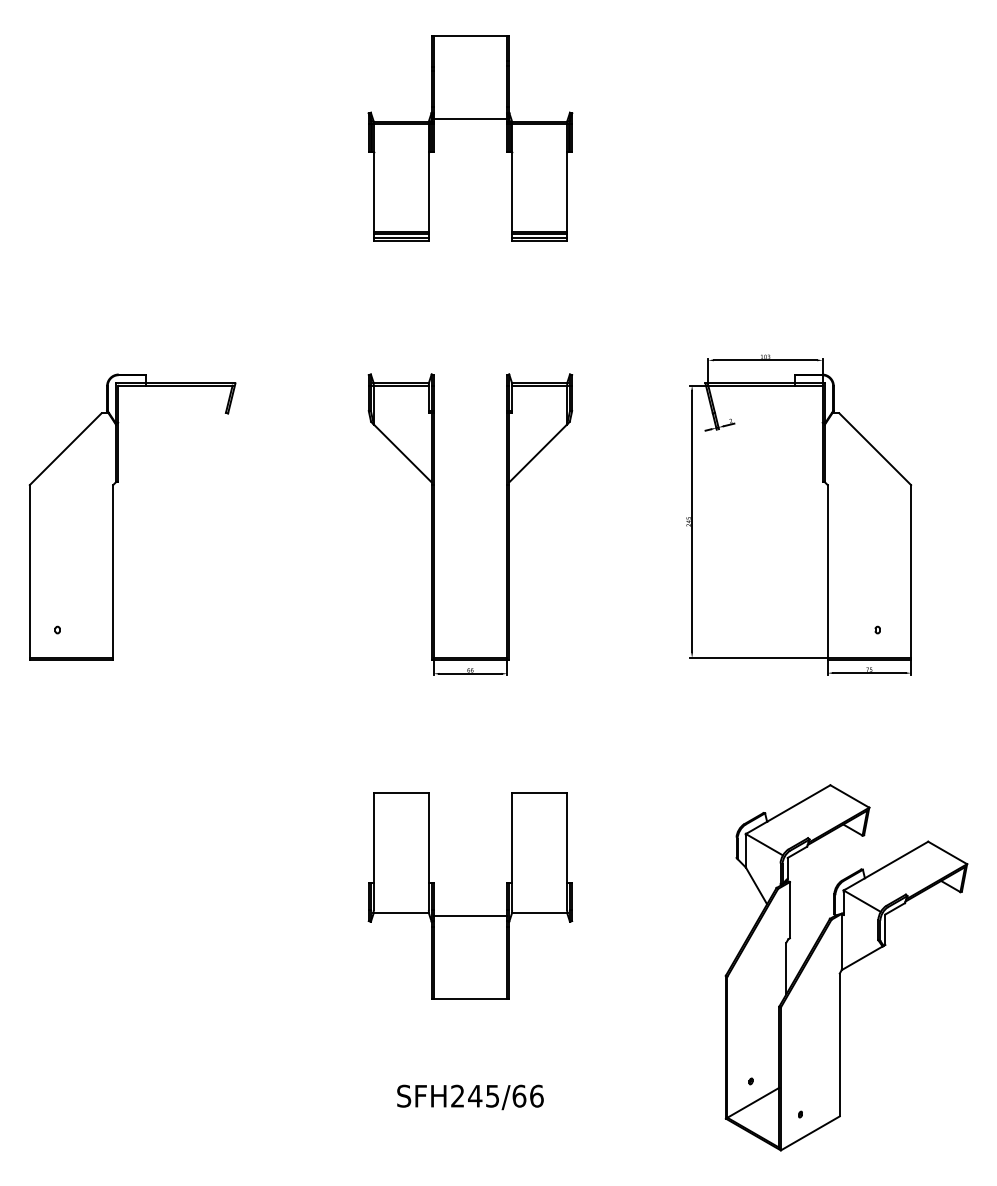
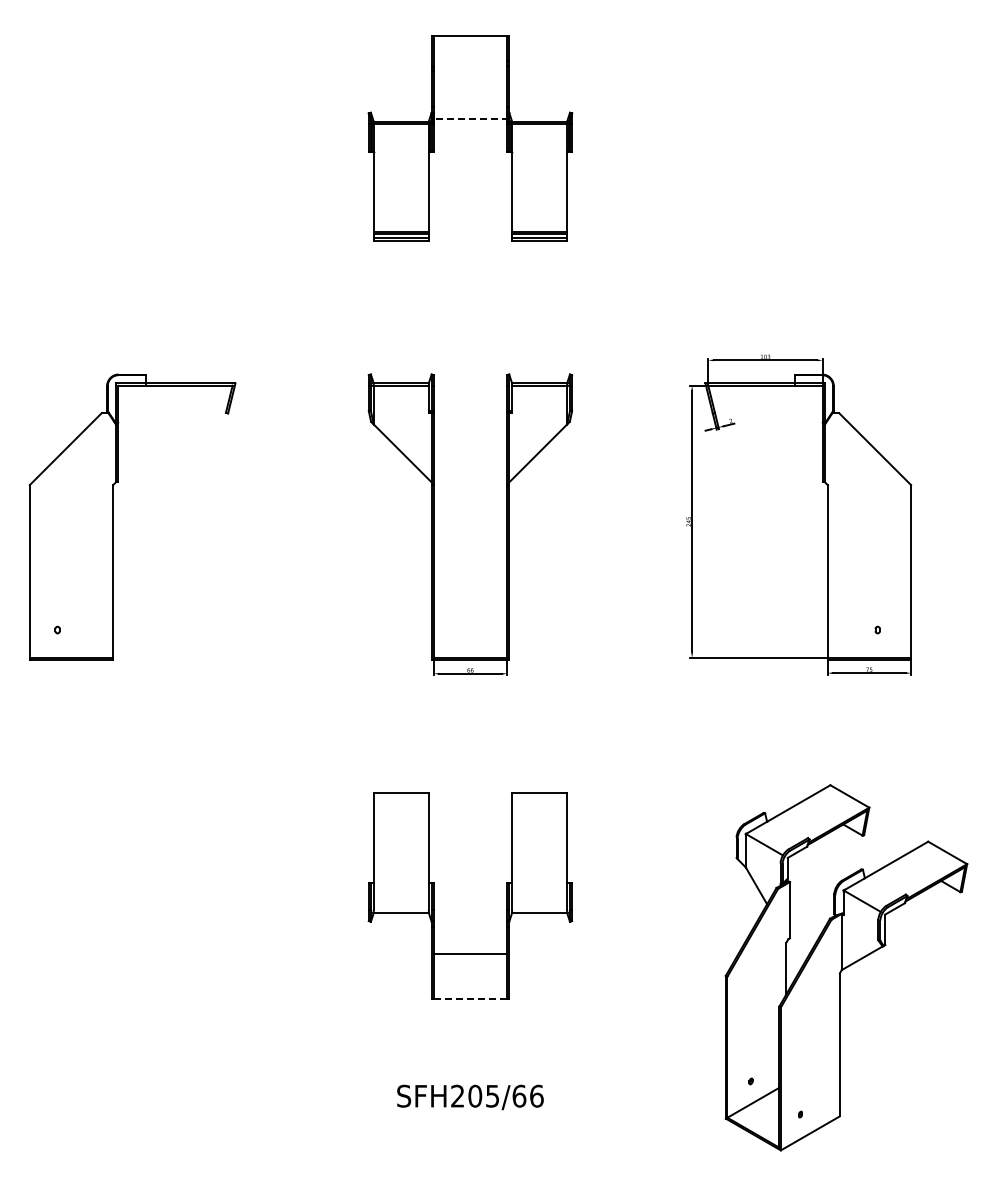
line at (470, 118): solid -> dashed
line at (470, 915) position: (470, 915) -> (470, 953)
line at (470, 999): solid -> dashed
text at (475, 1095): SFH245/66 -> SFH205/66
